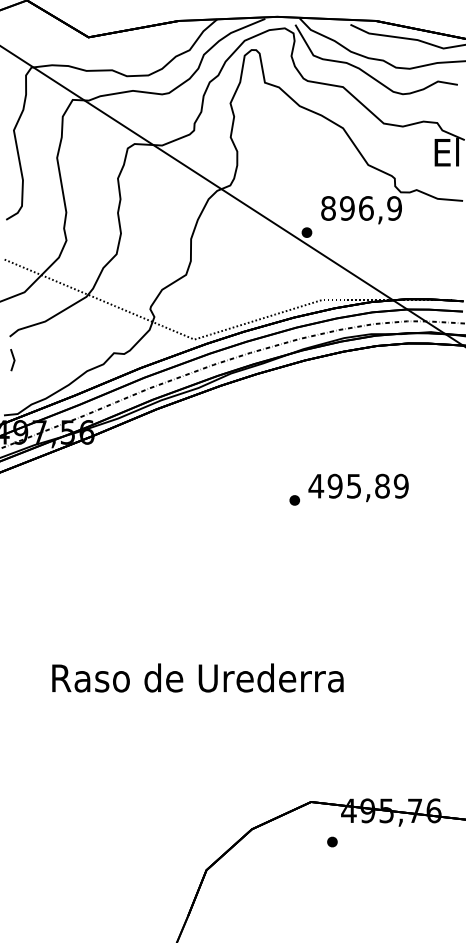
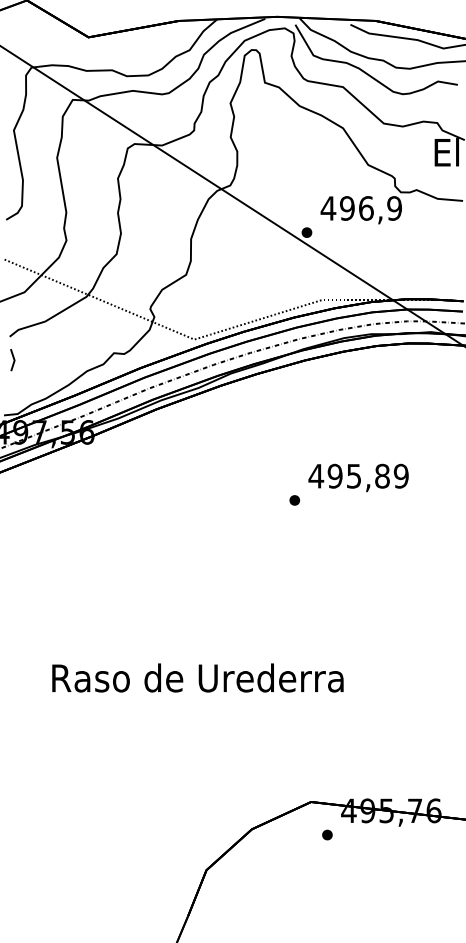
text at (328, 208): 896,9 -> 496,9
text at (358, 487) position: (358, 487) -> (358, 477)
part at (332, 841) position: (332, 841) -> (327, 834)
